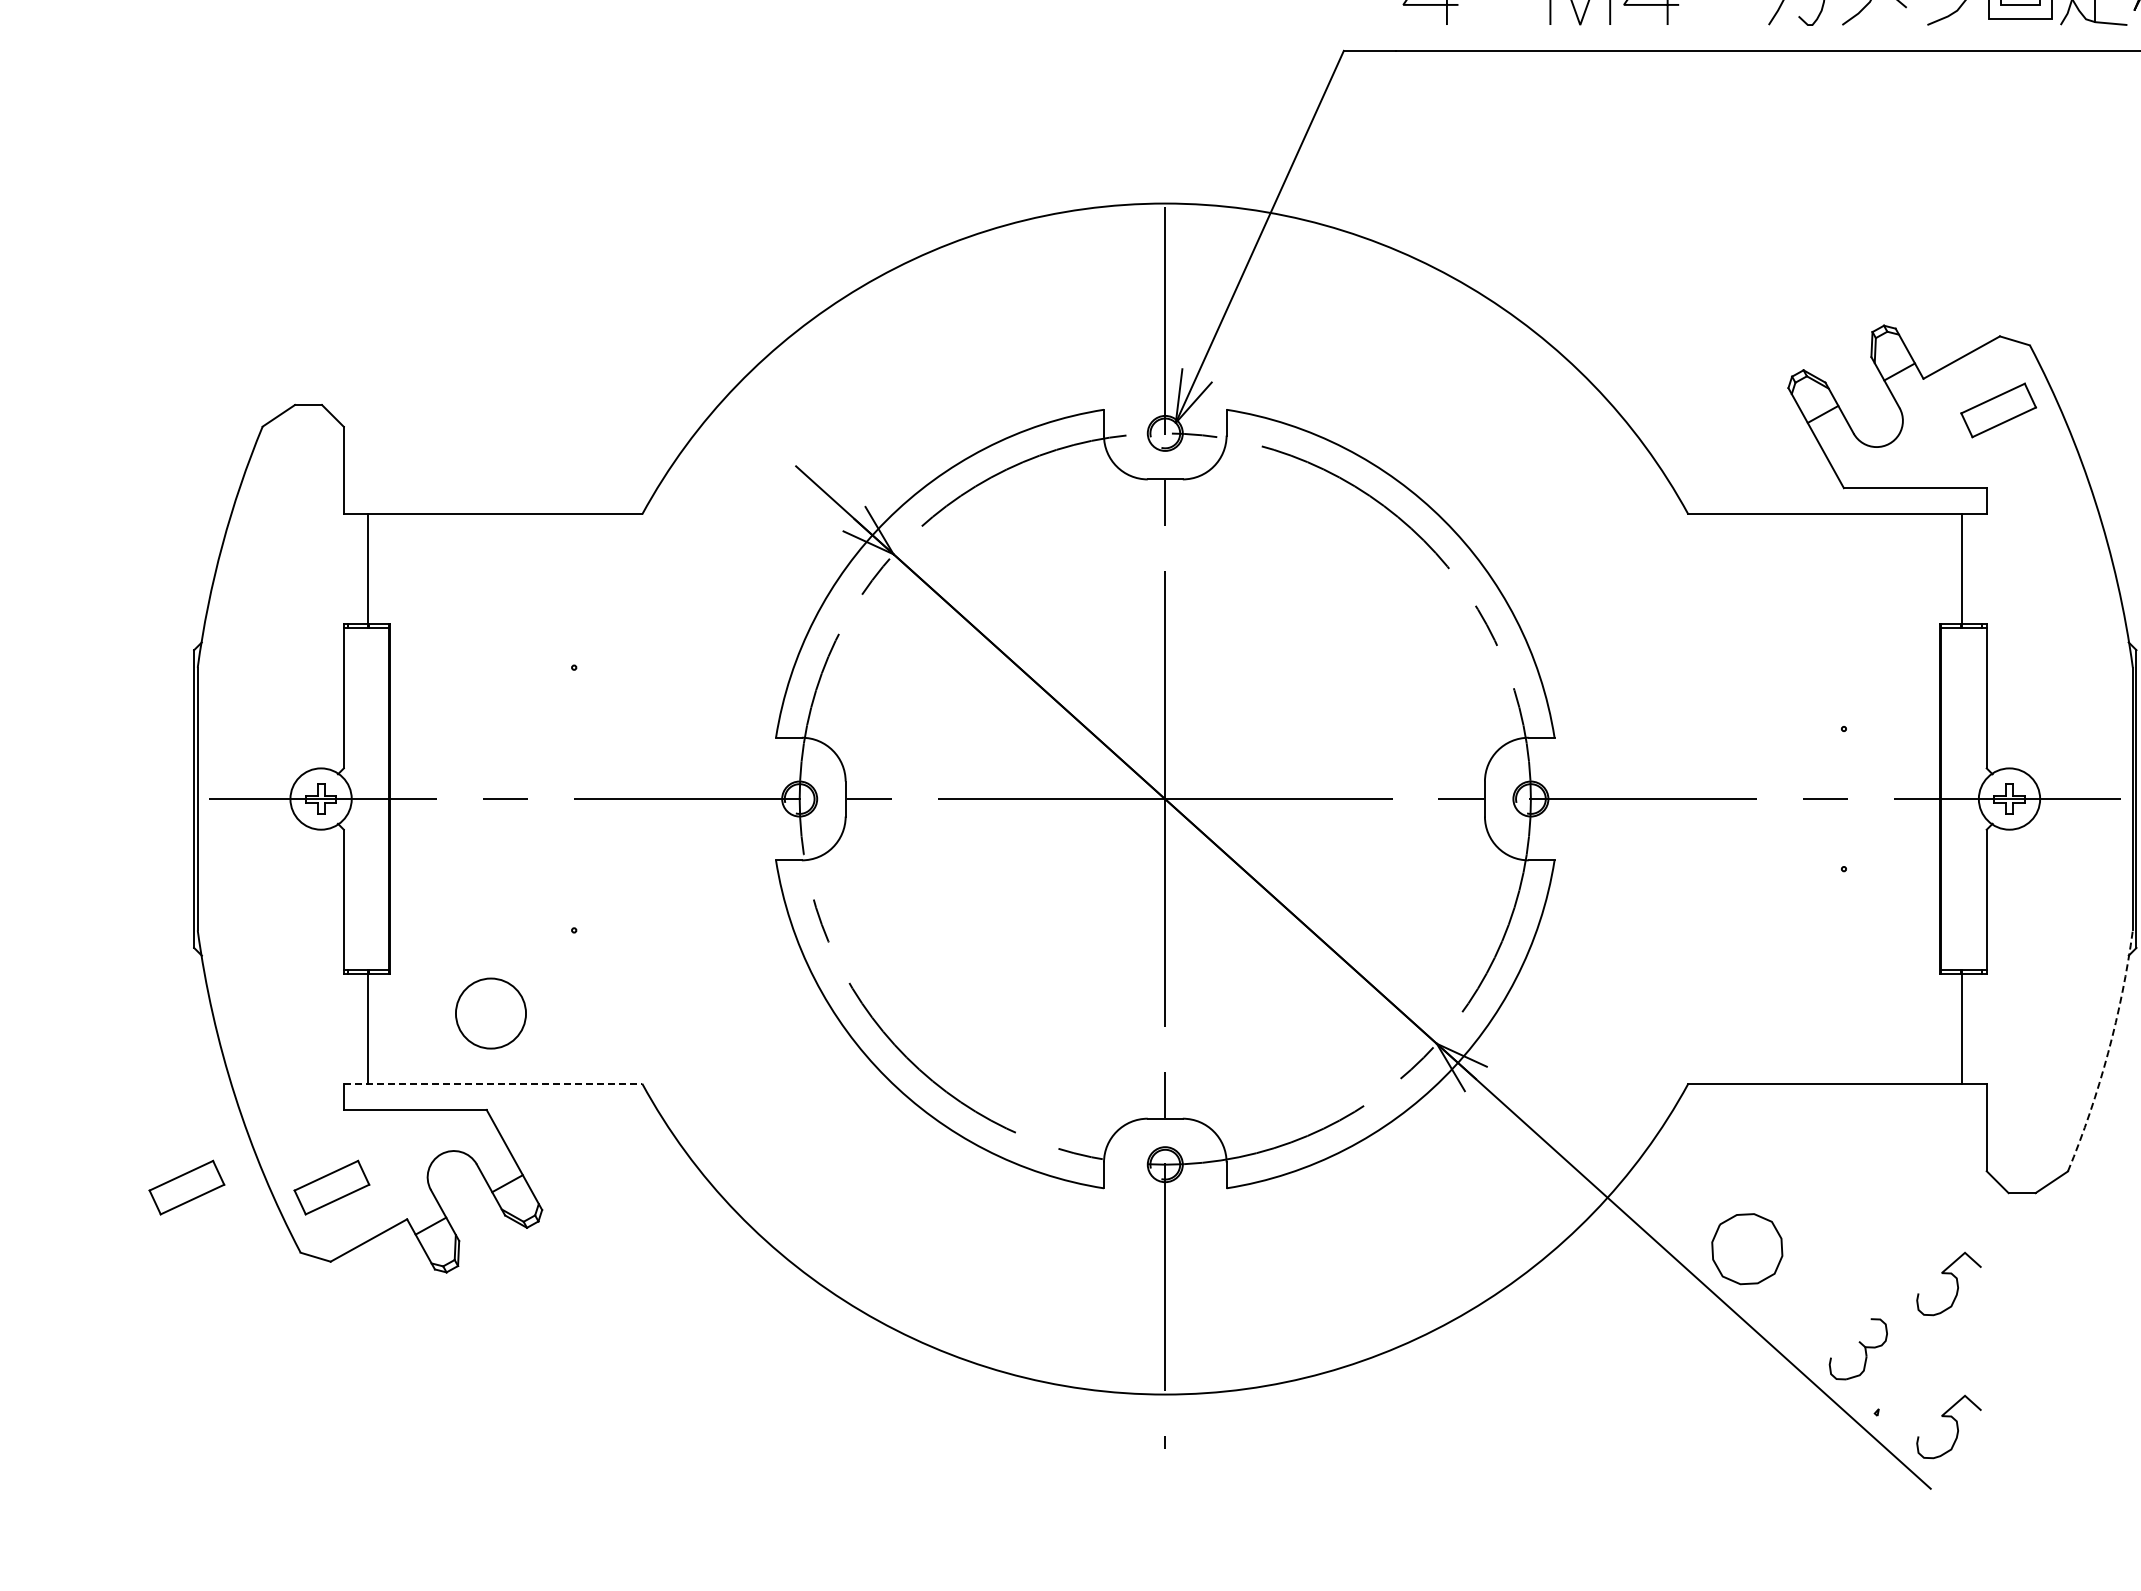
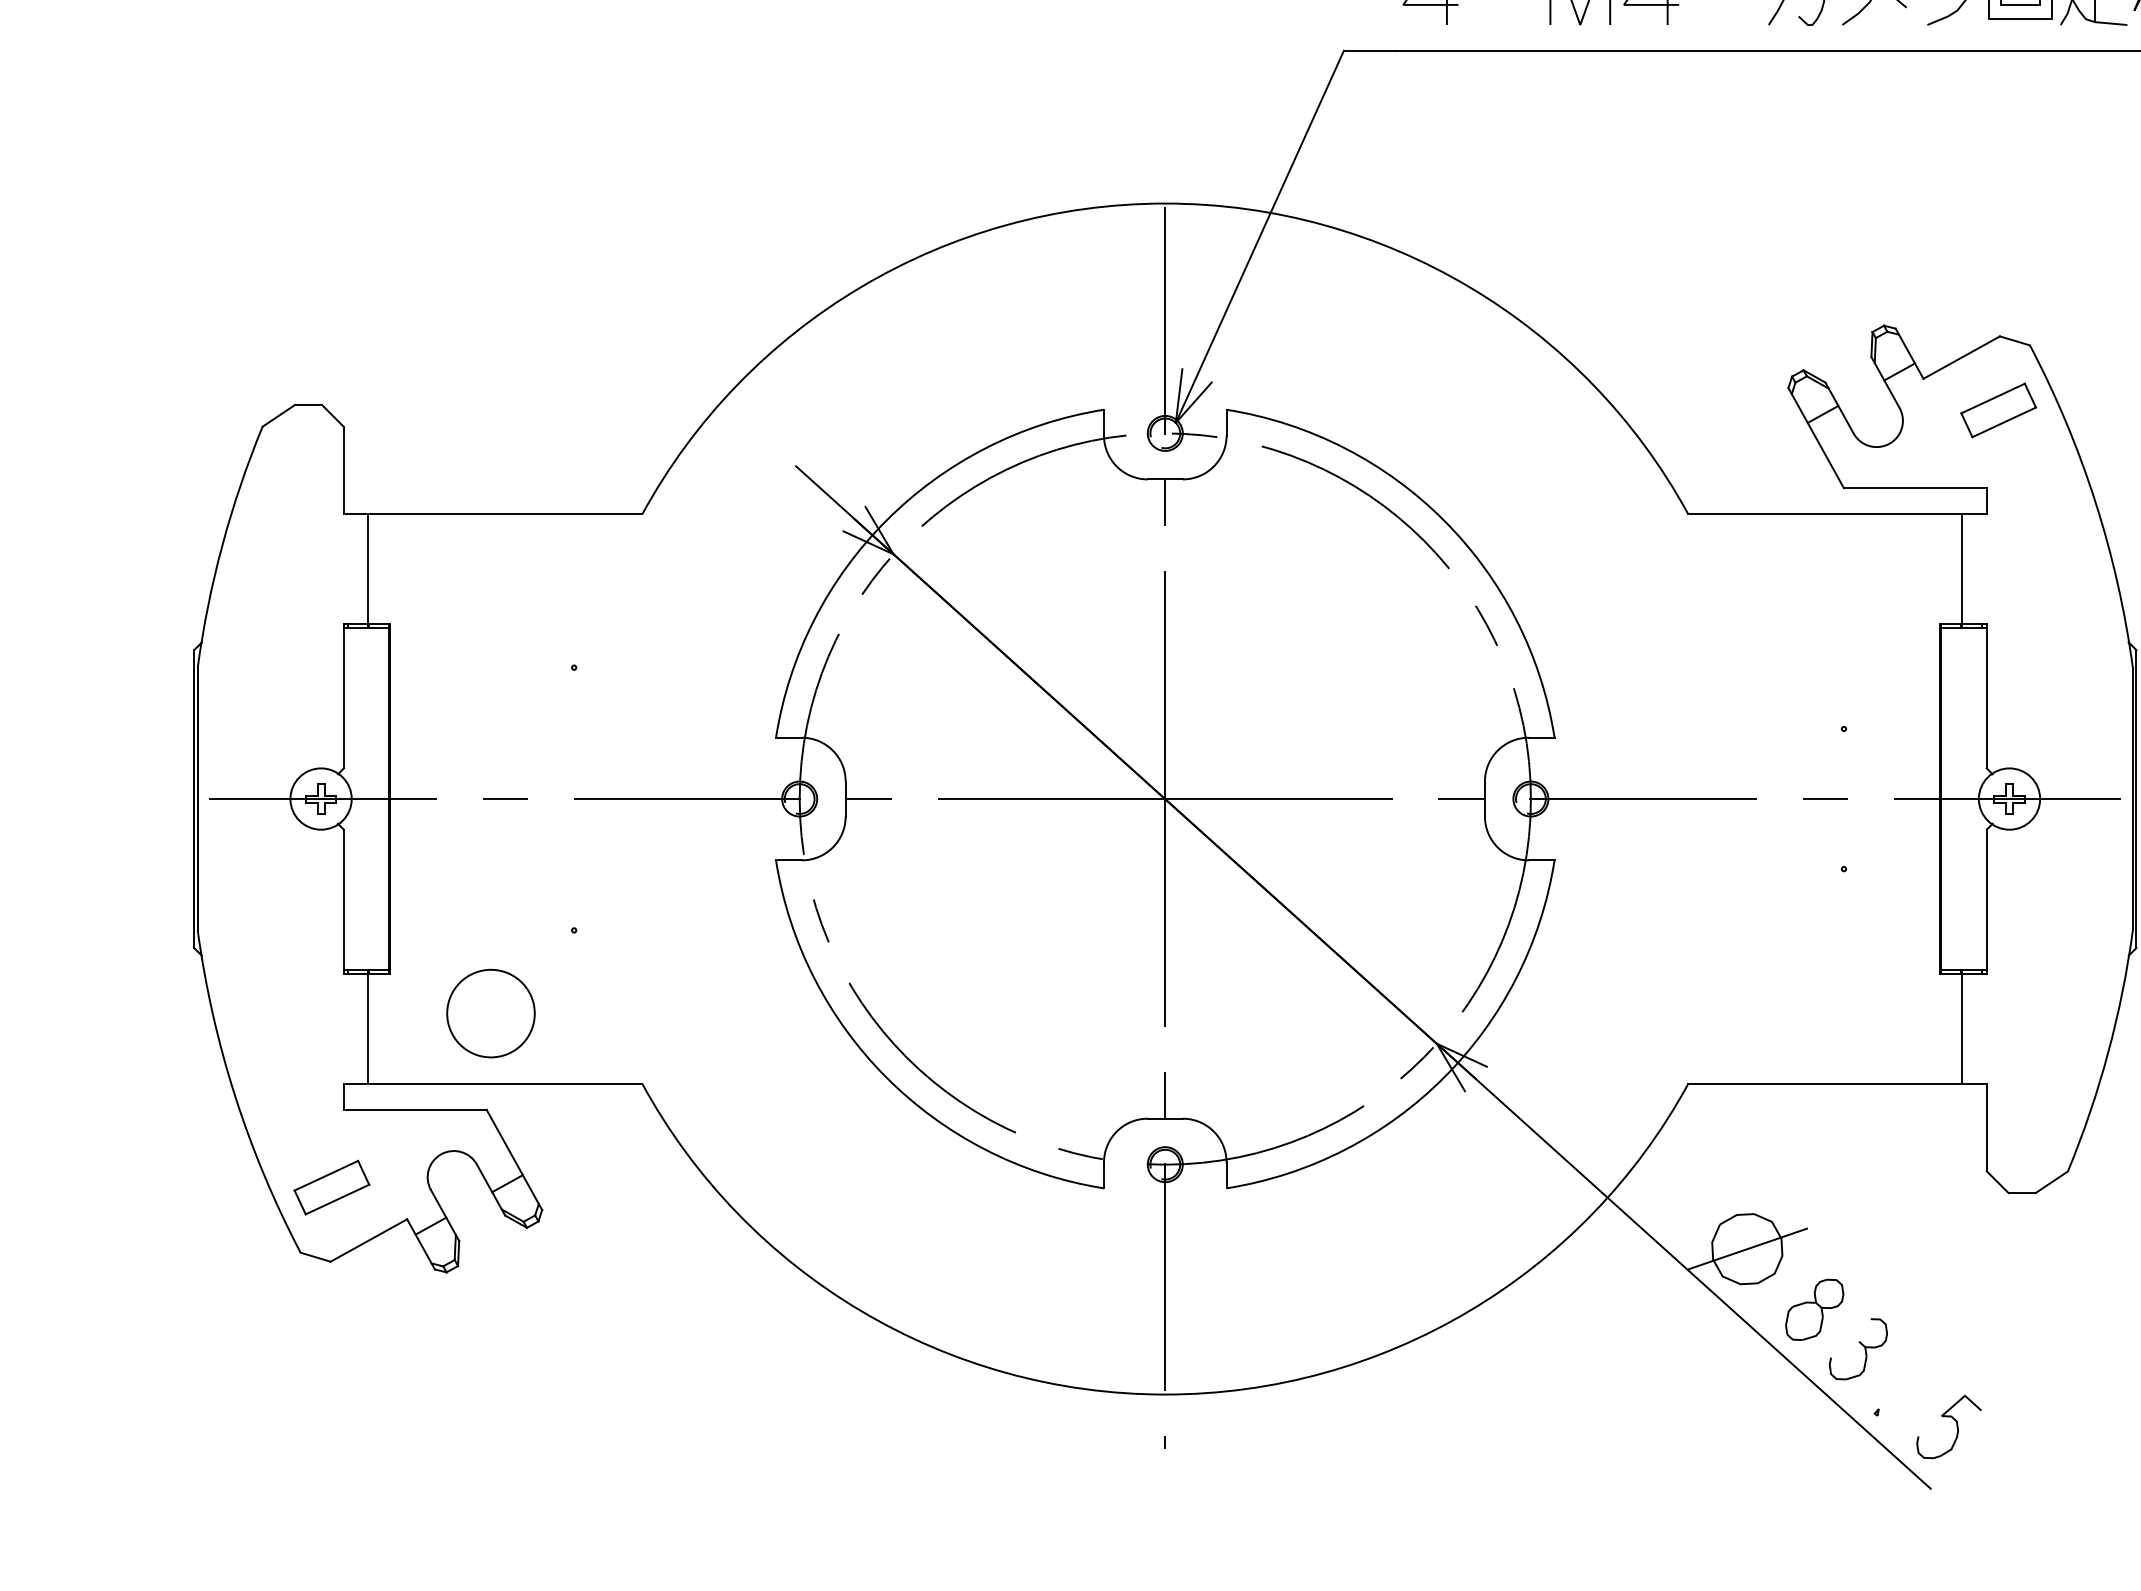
circle at (490, 1013) size: 72x73 px -> 90x91 px
arc at (2108, 1053): dashed -> solid
line at (493, 1083): dashed -> solid
part at (186, 1187): present -> none
line at (1747, 1248): none -> present
curve at (1956, 1283): present -> none
part at (1814, 1309): none -> present
